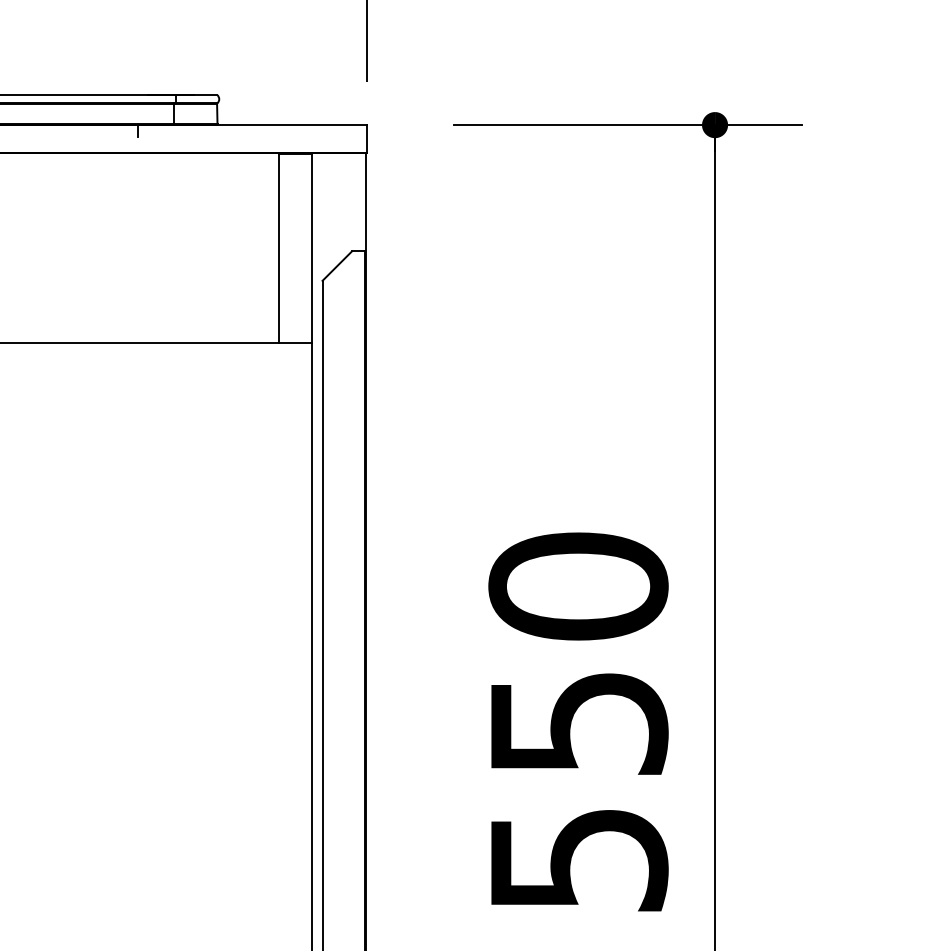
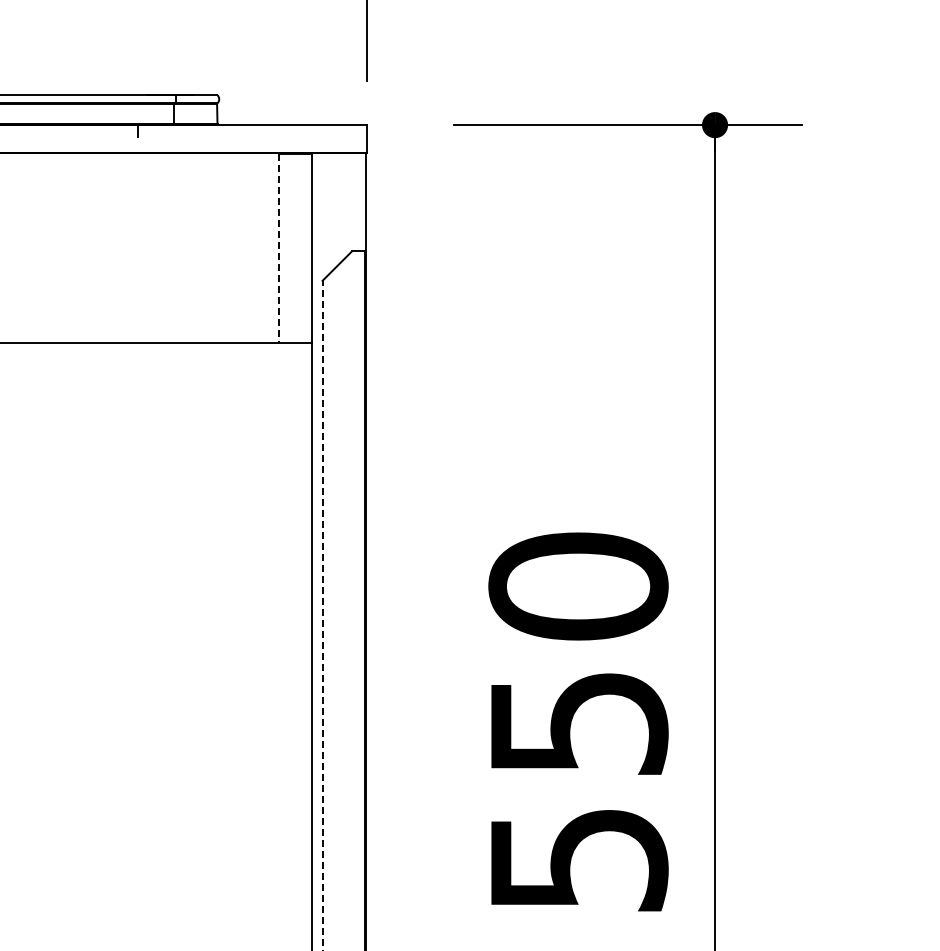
line at (279, 249): solid -> dashed
line at (322, 615): solid -> dashed
